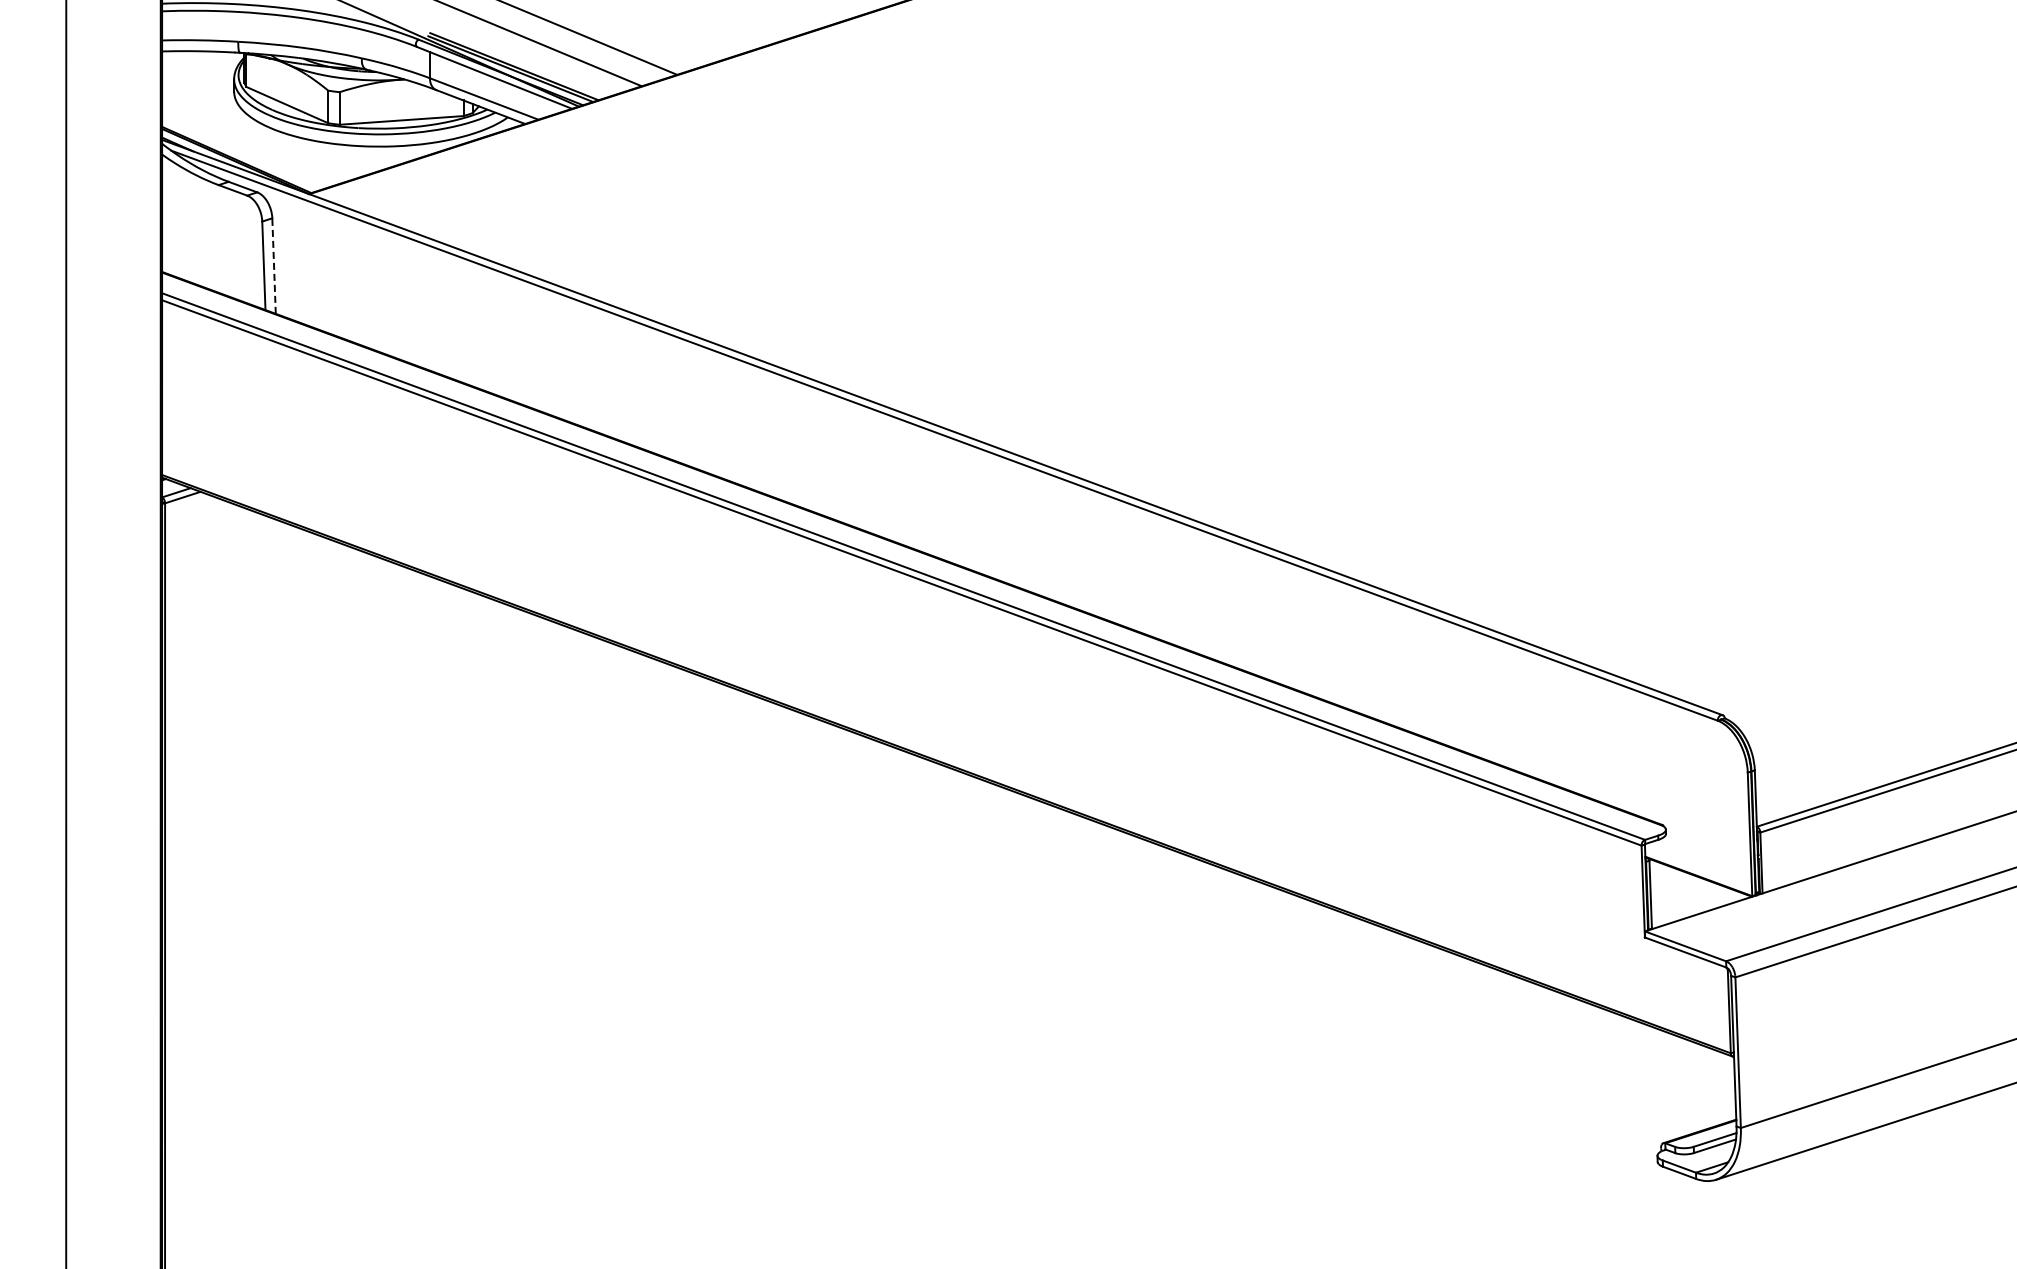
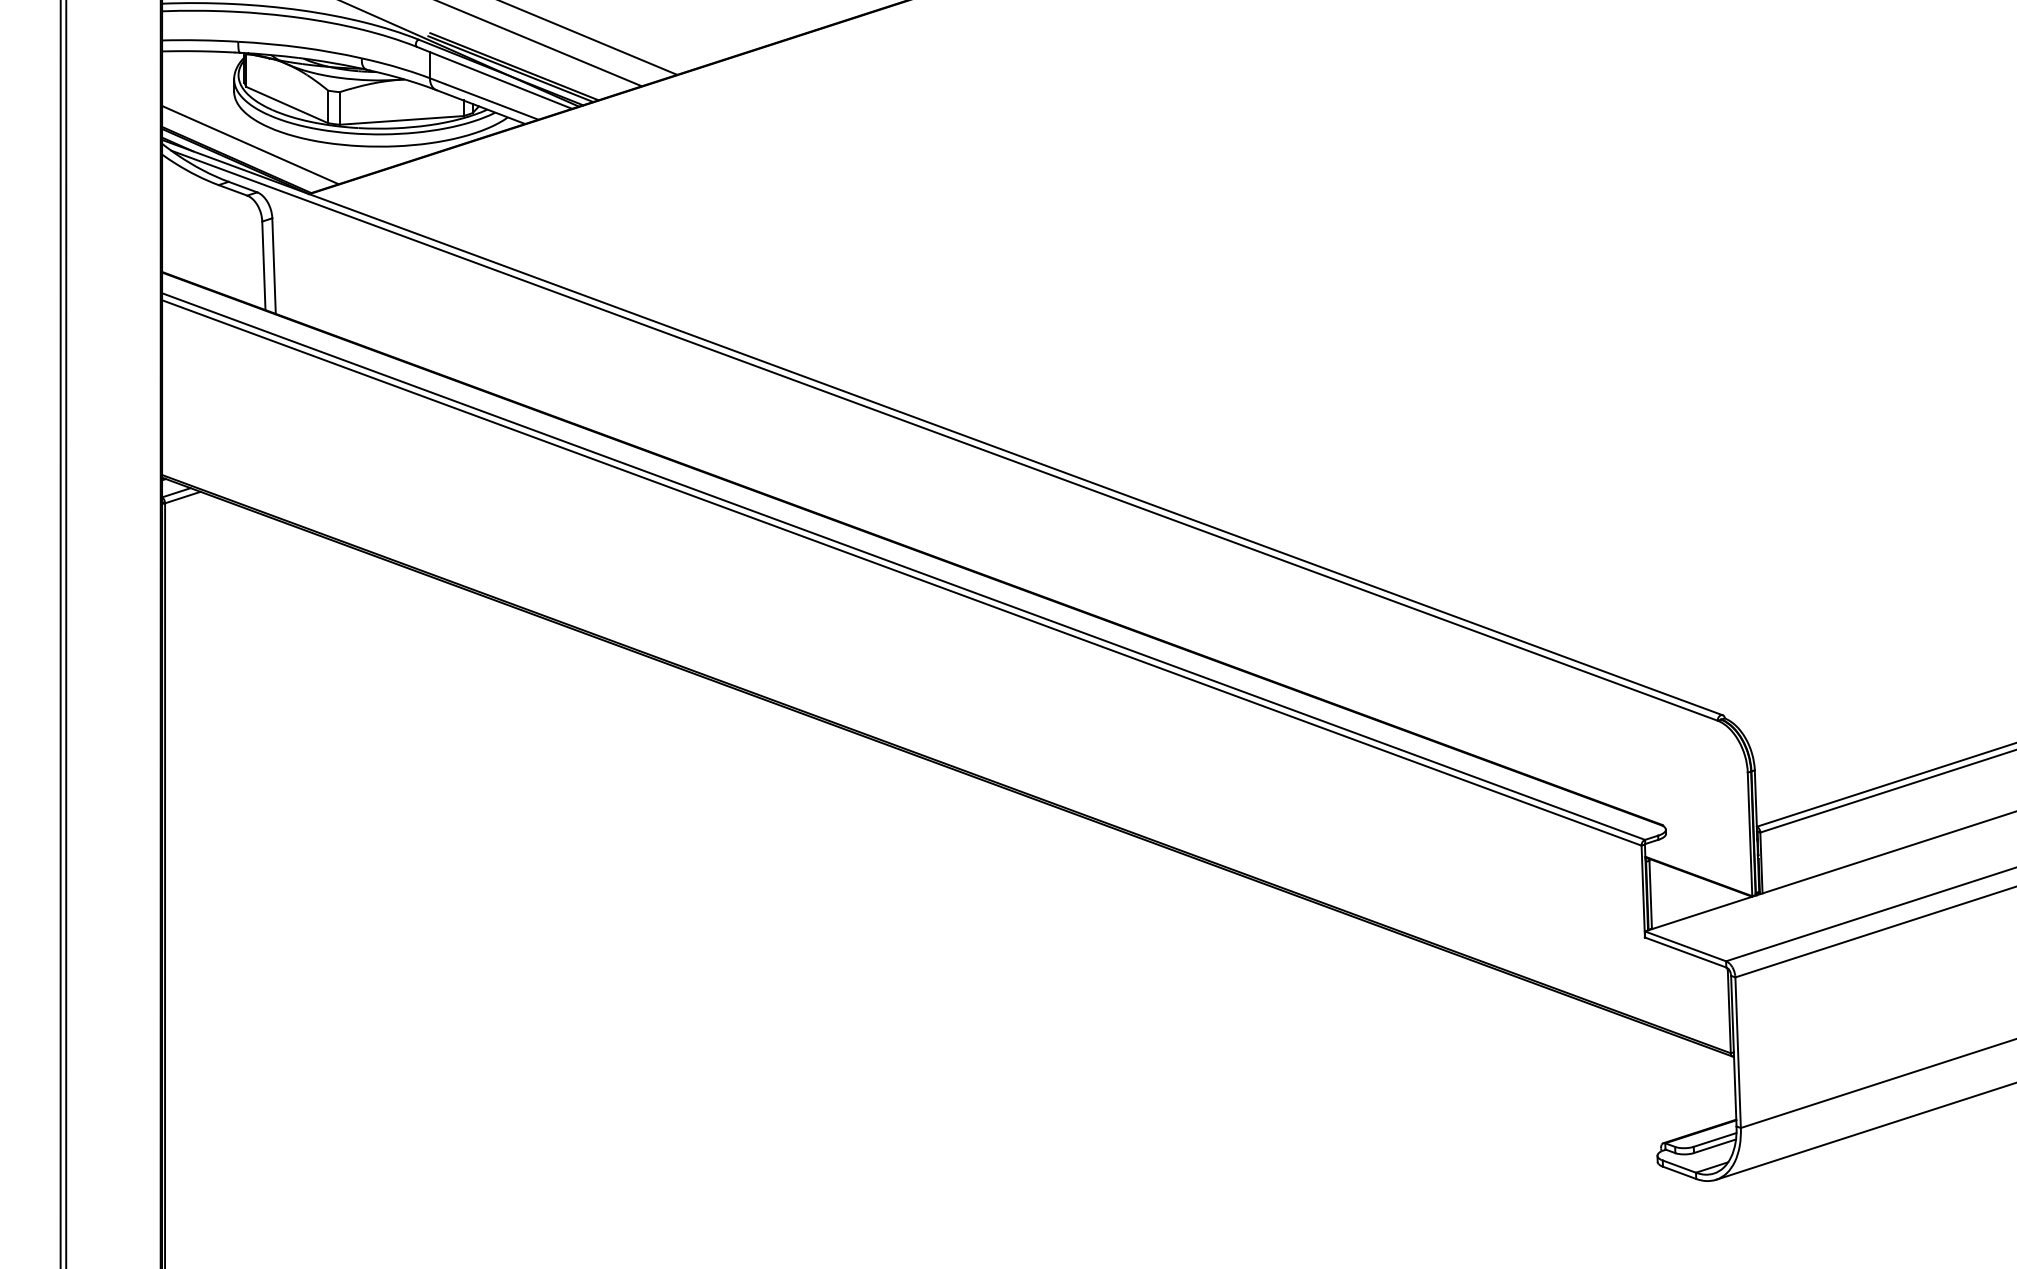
line at (250, 145): none -> present
line at (274, 266): dashed -> solid
line at (60, 633): none -> present
